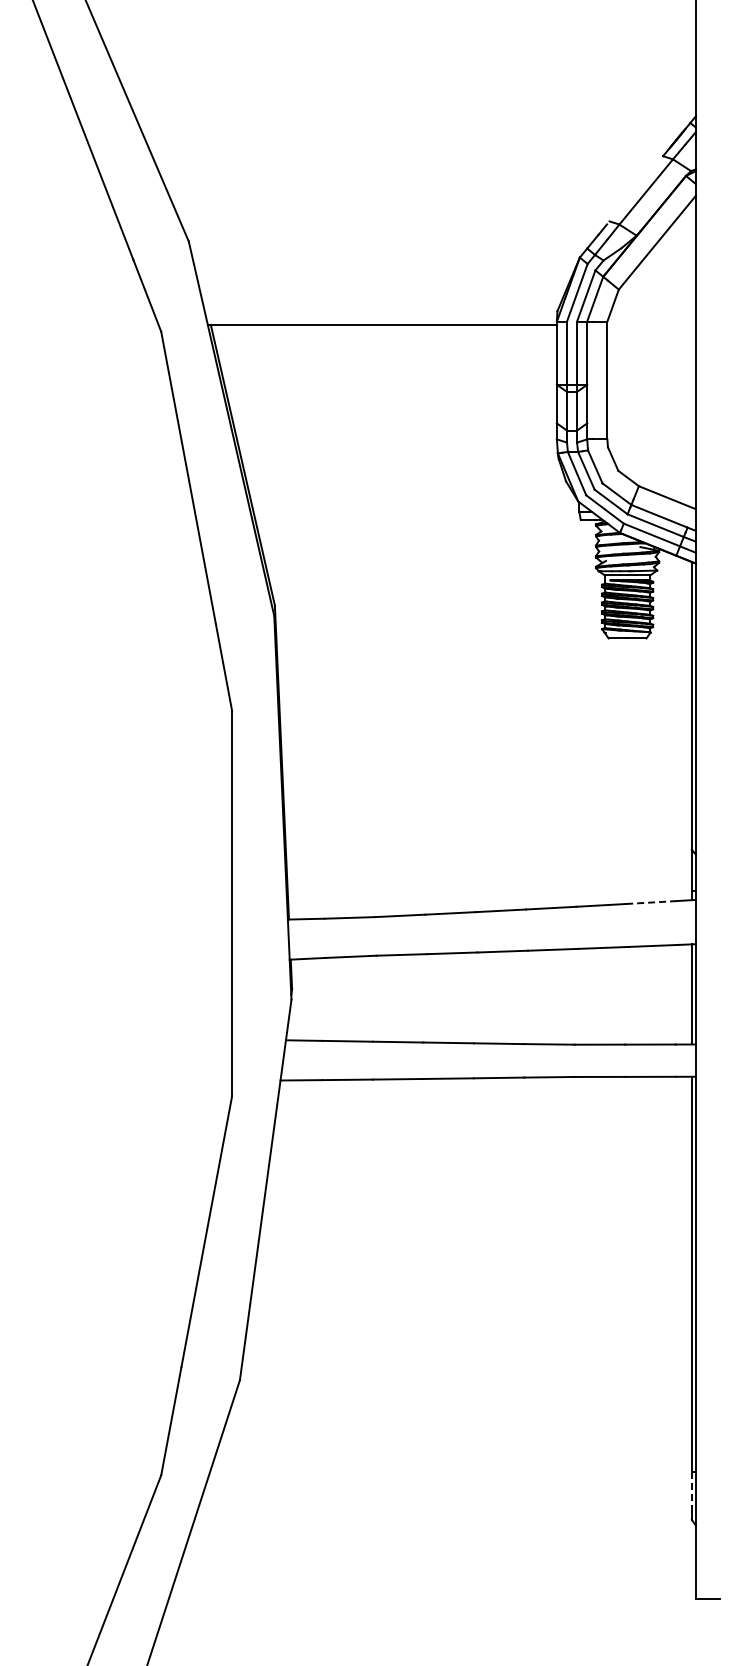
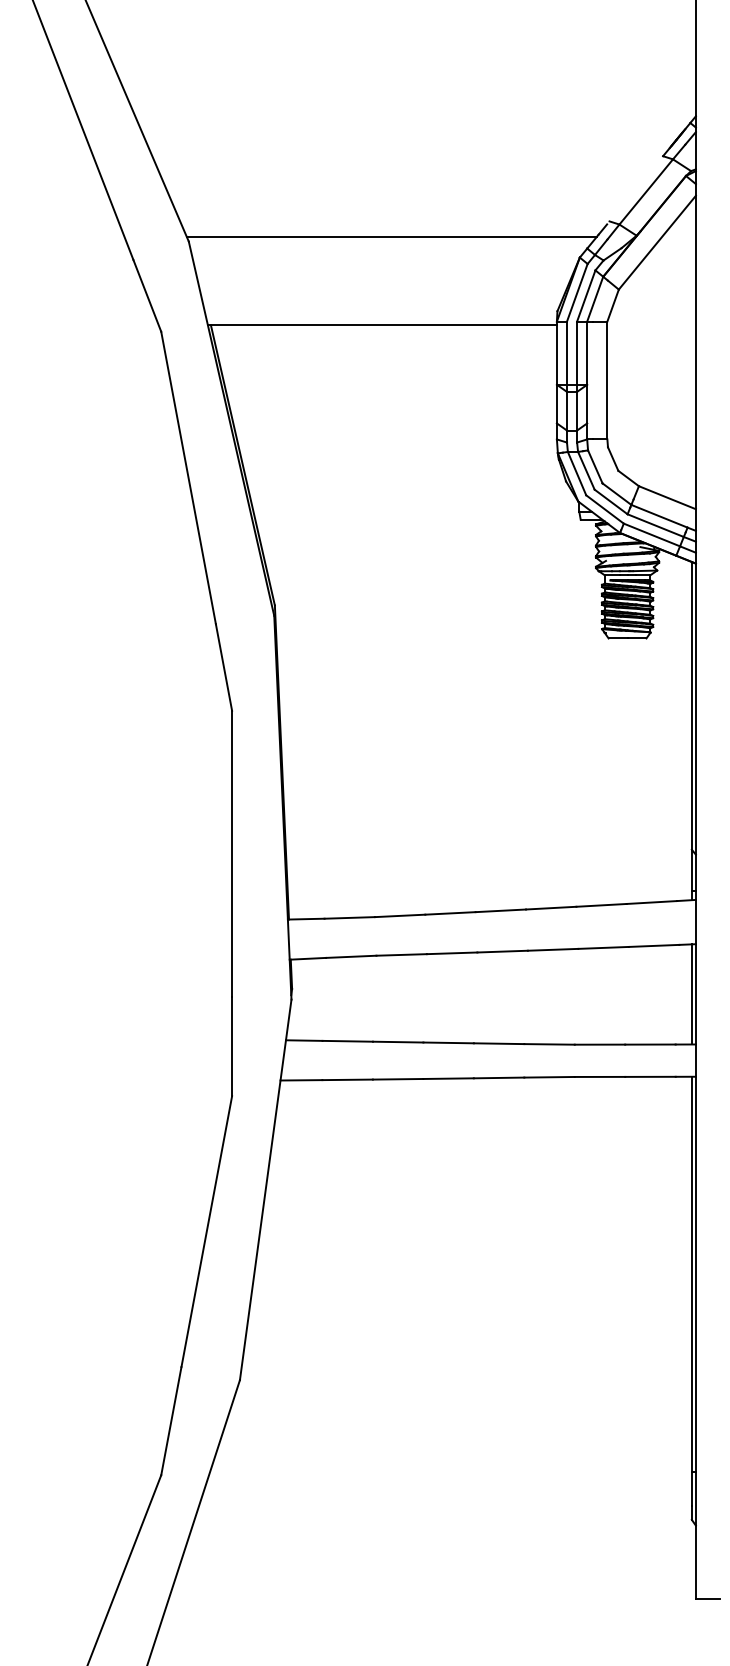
line at (391, 237): none -> present
line at (651, 902): dashed -> solid
line at (691, 1489): dashed -> solid
